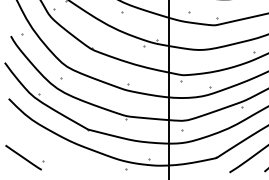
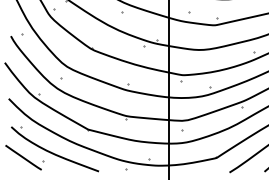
part at (55, 149): none -> present
